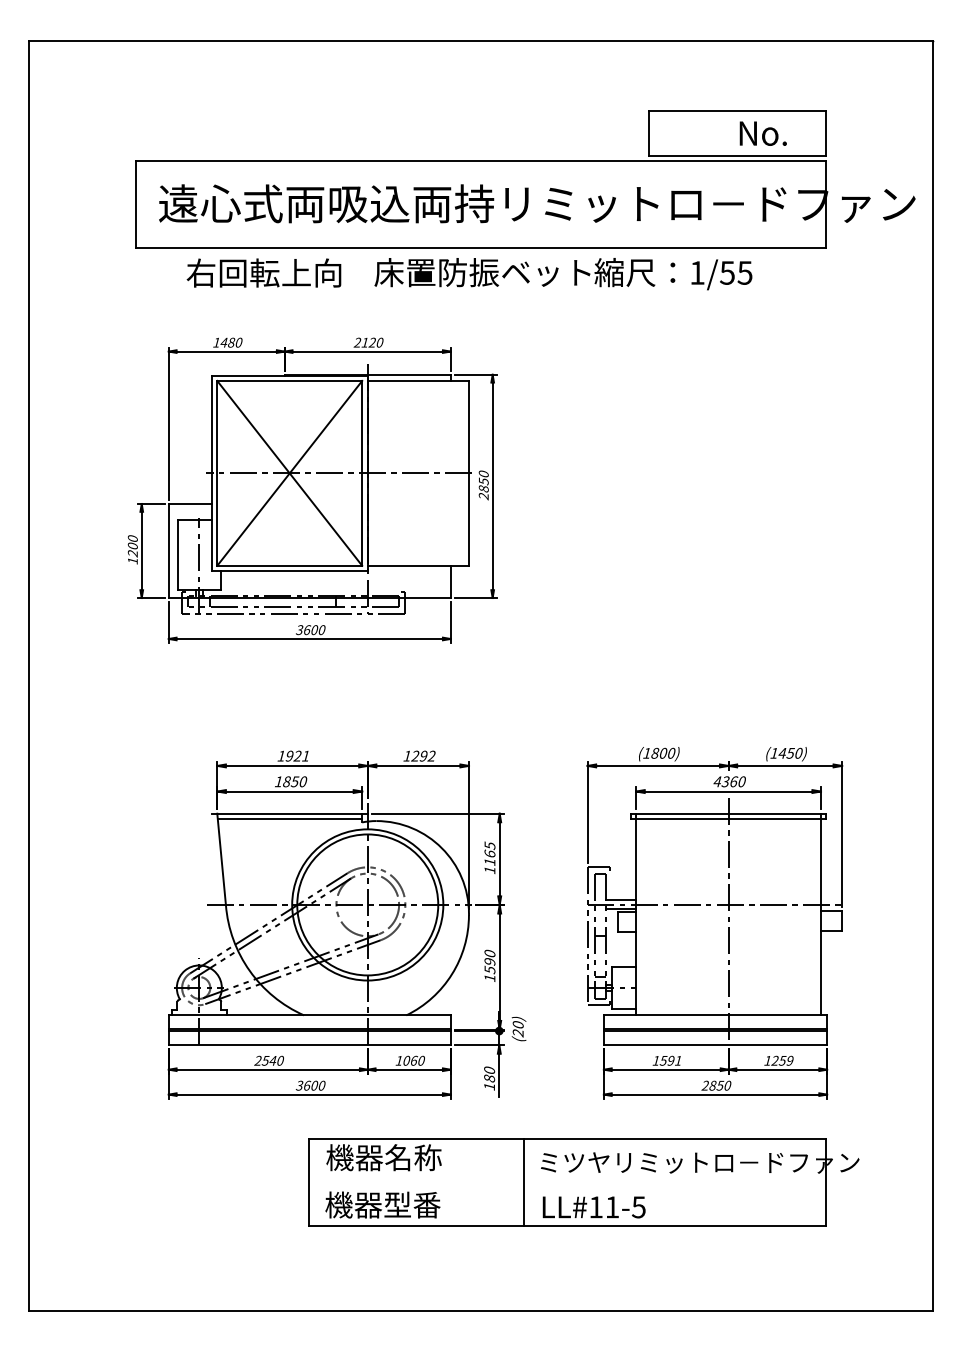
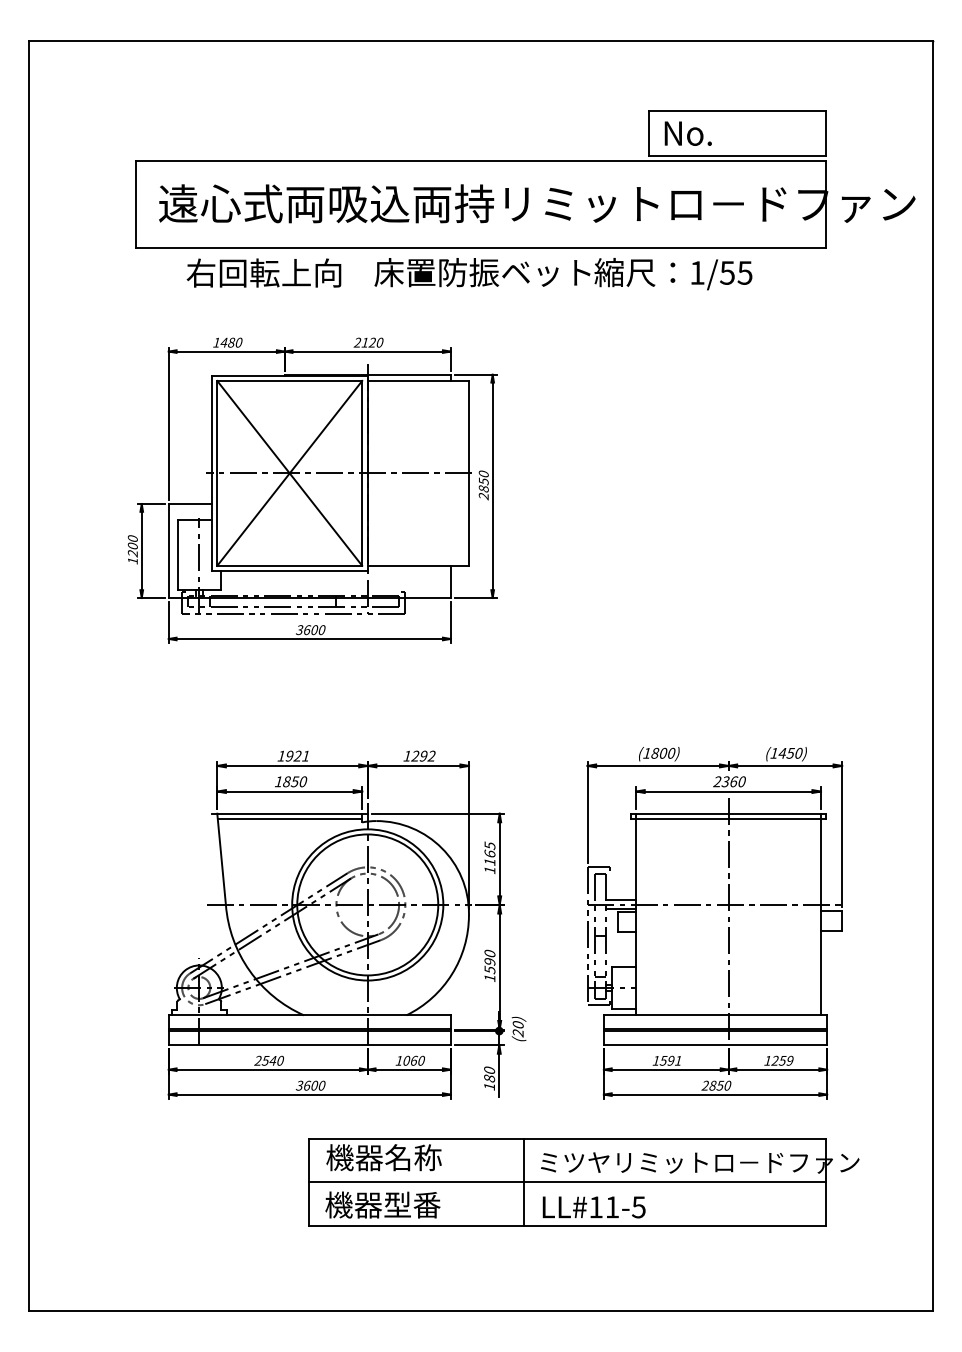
text at (762, 133) position: (762, 133) -> (687, 133)
text at (717, 781): 4360 -> 2360
line at (566, 1182): none -> present
